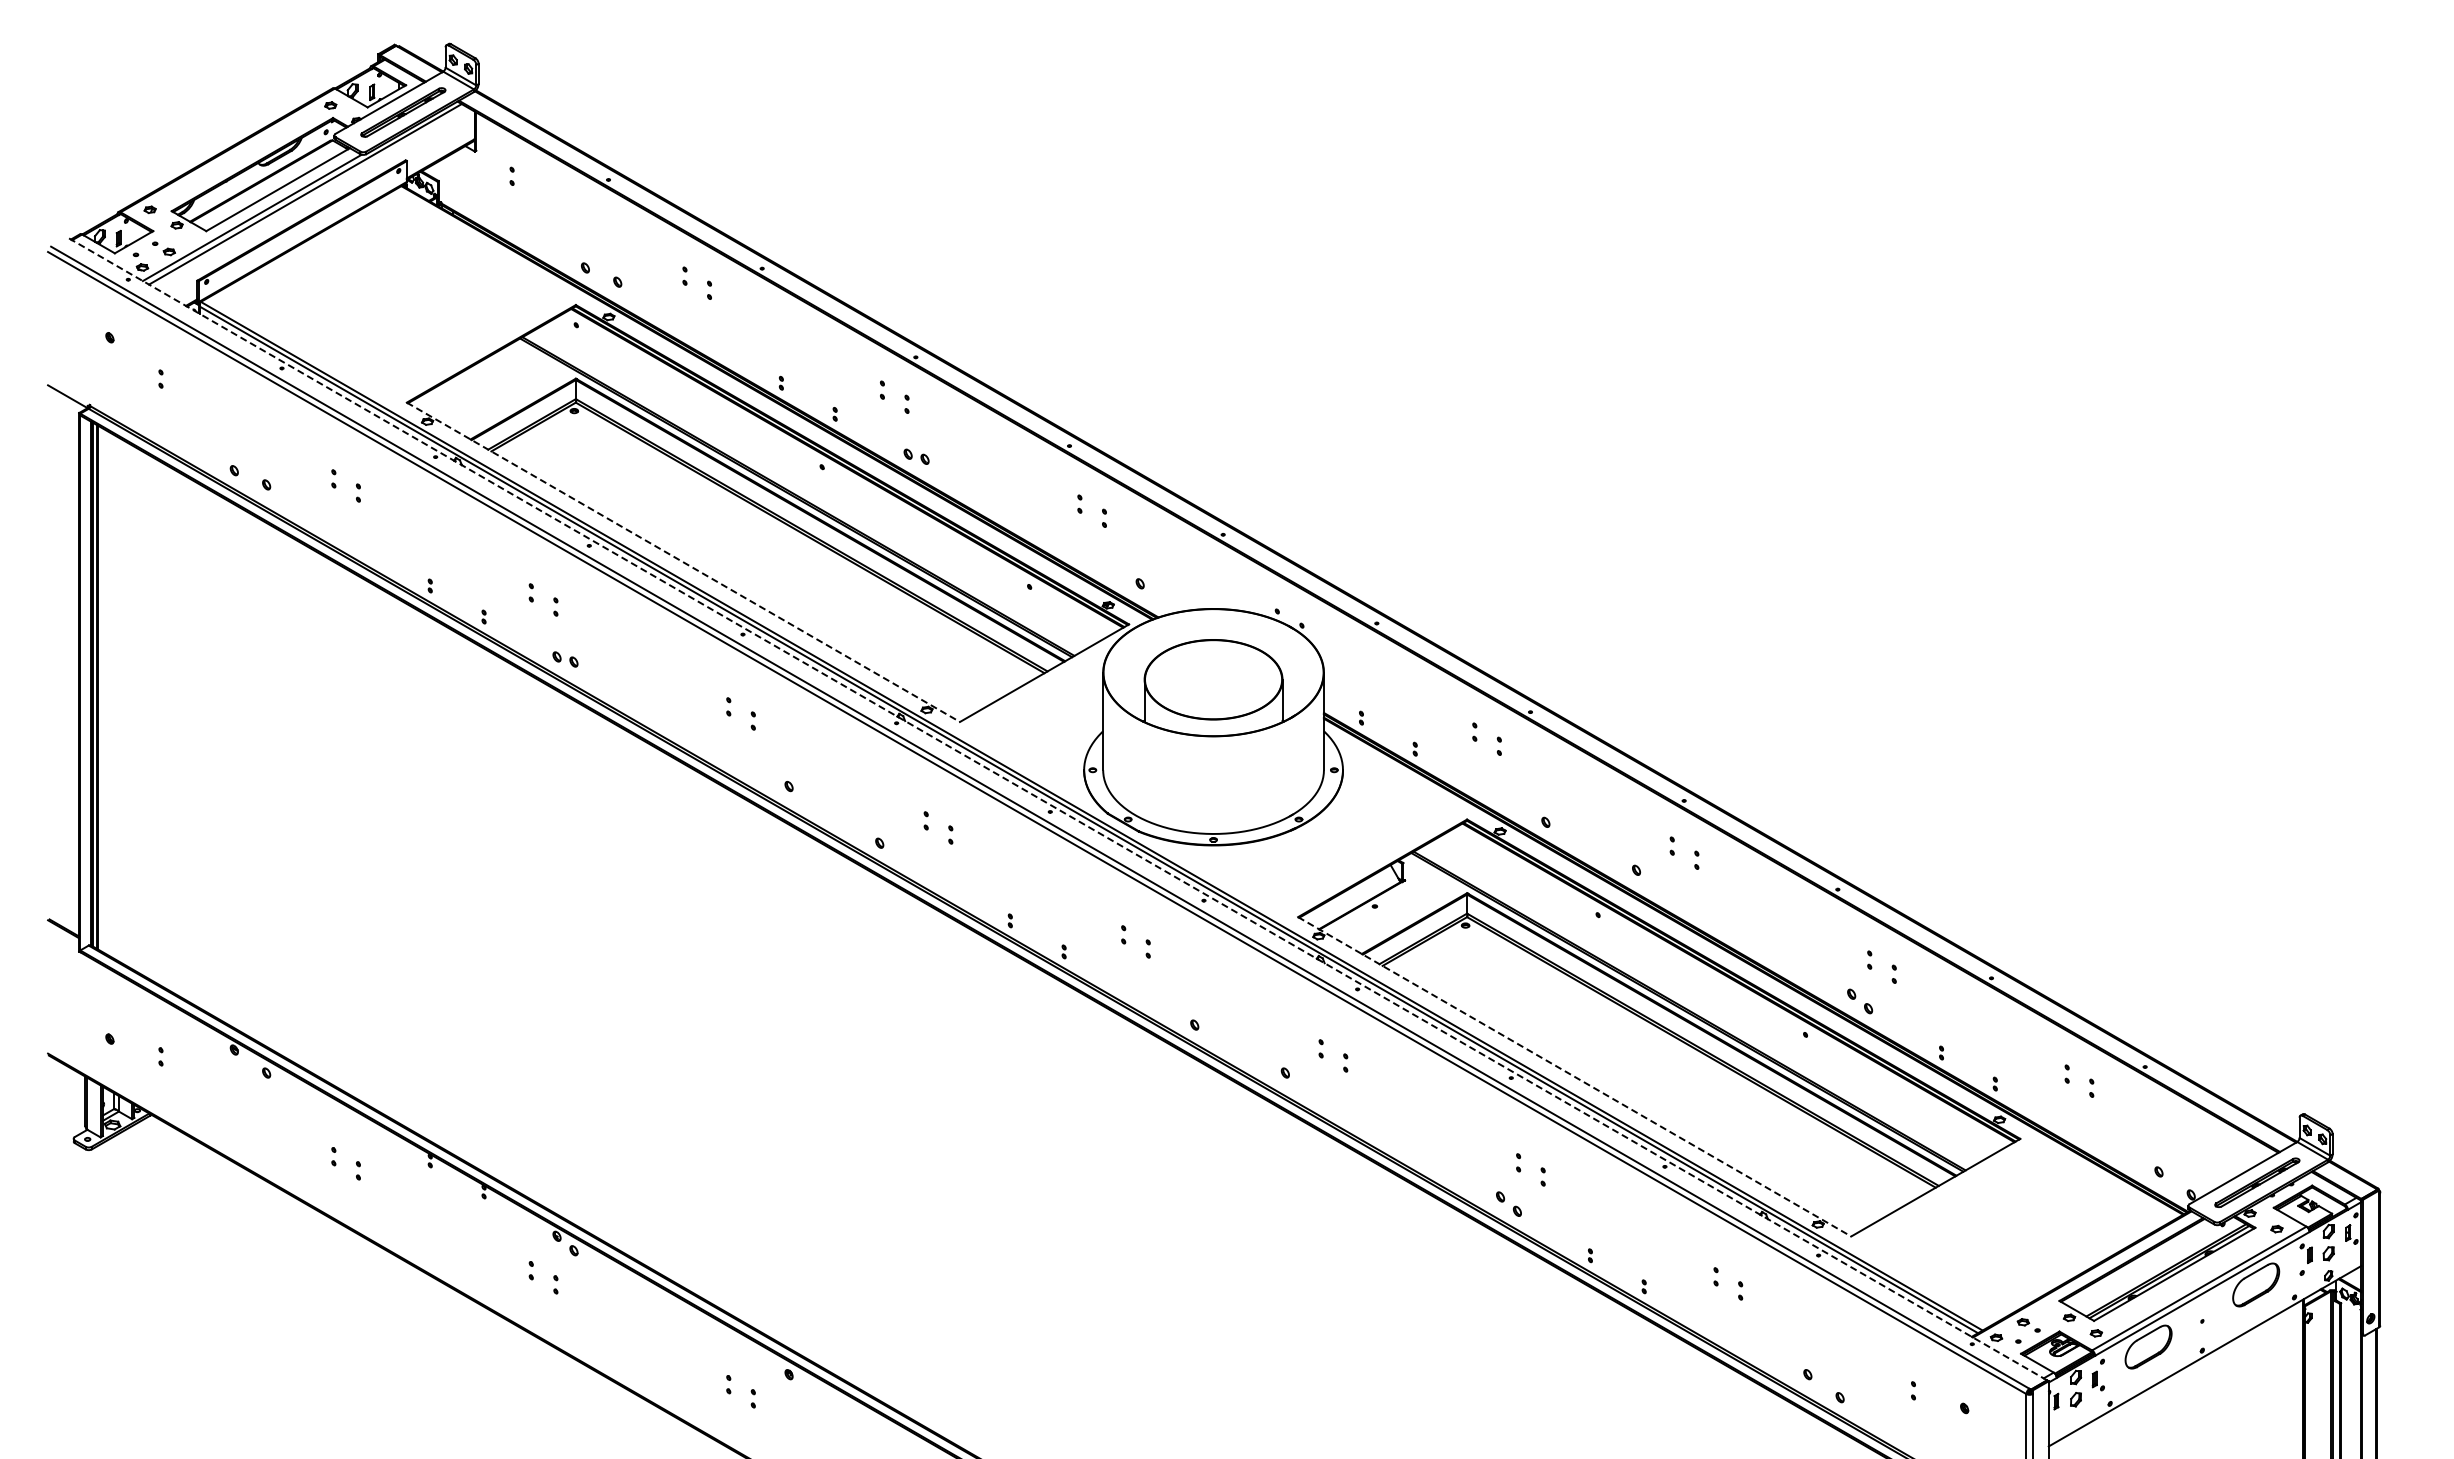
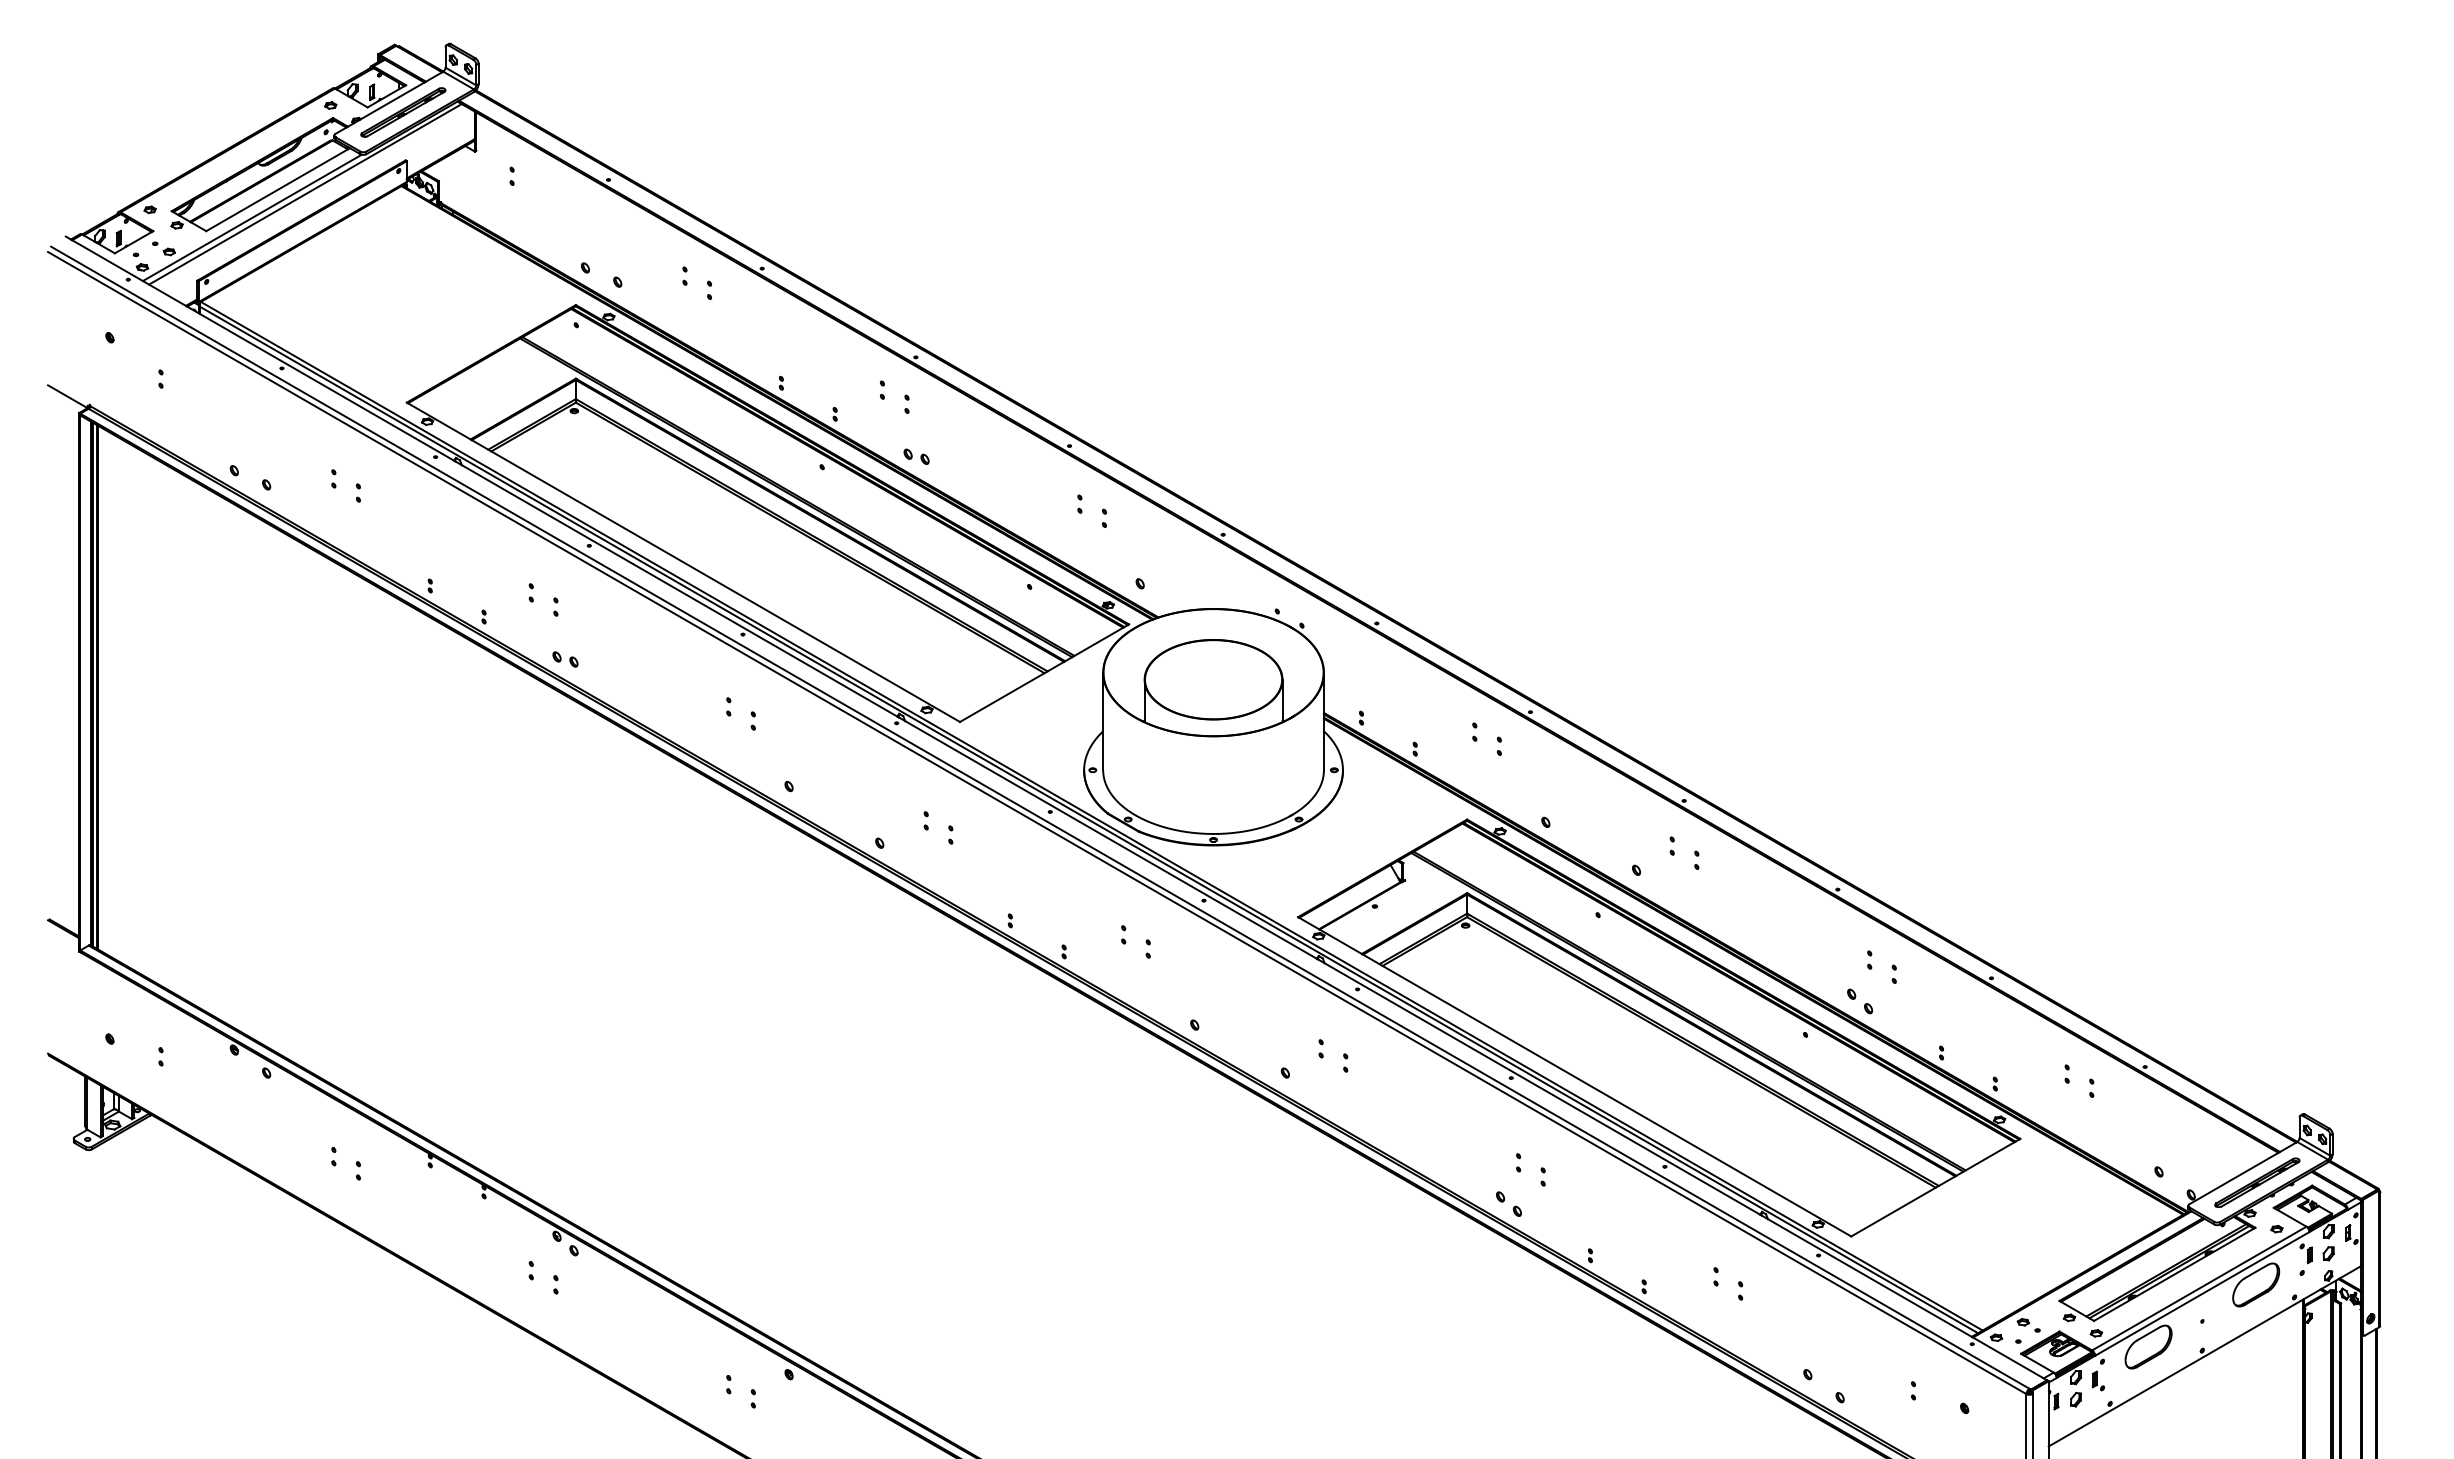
line at (683, 562): dashed -> solid
line at (1056, 808): dashed -> solid
line at (1575, 1077): dashed -> solid
